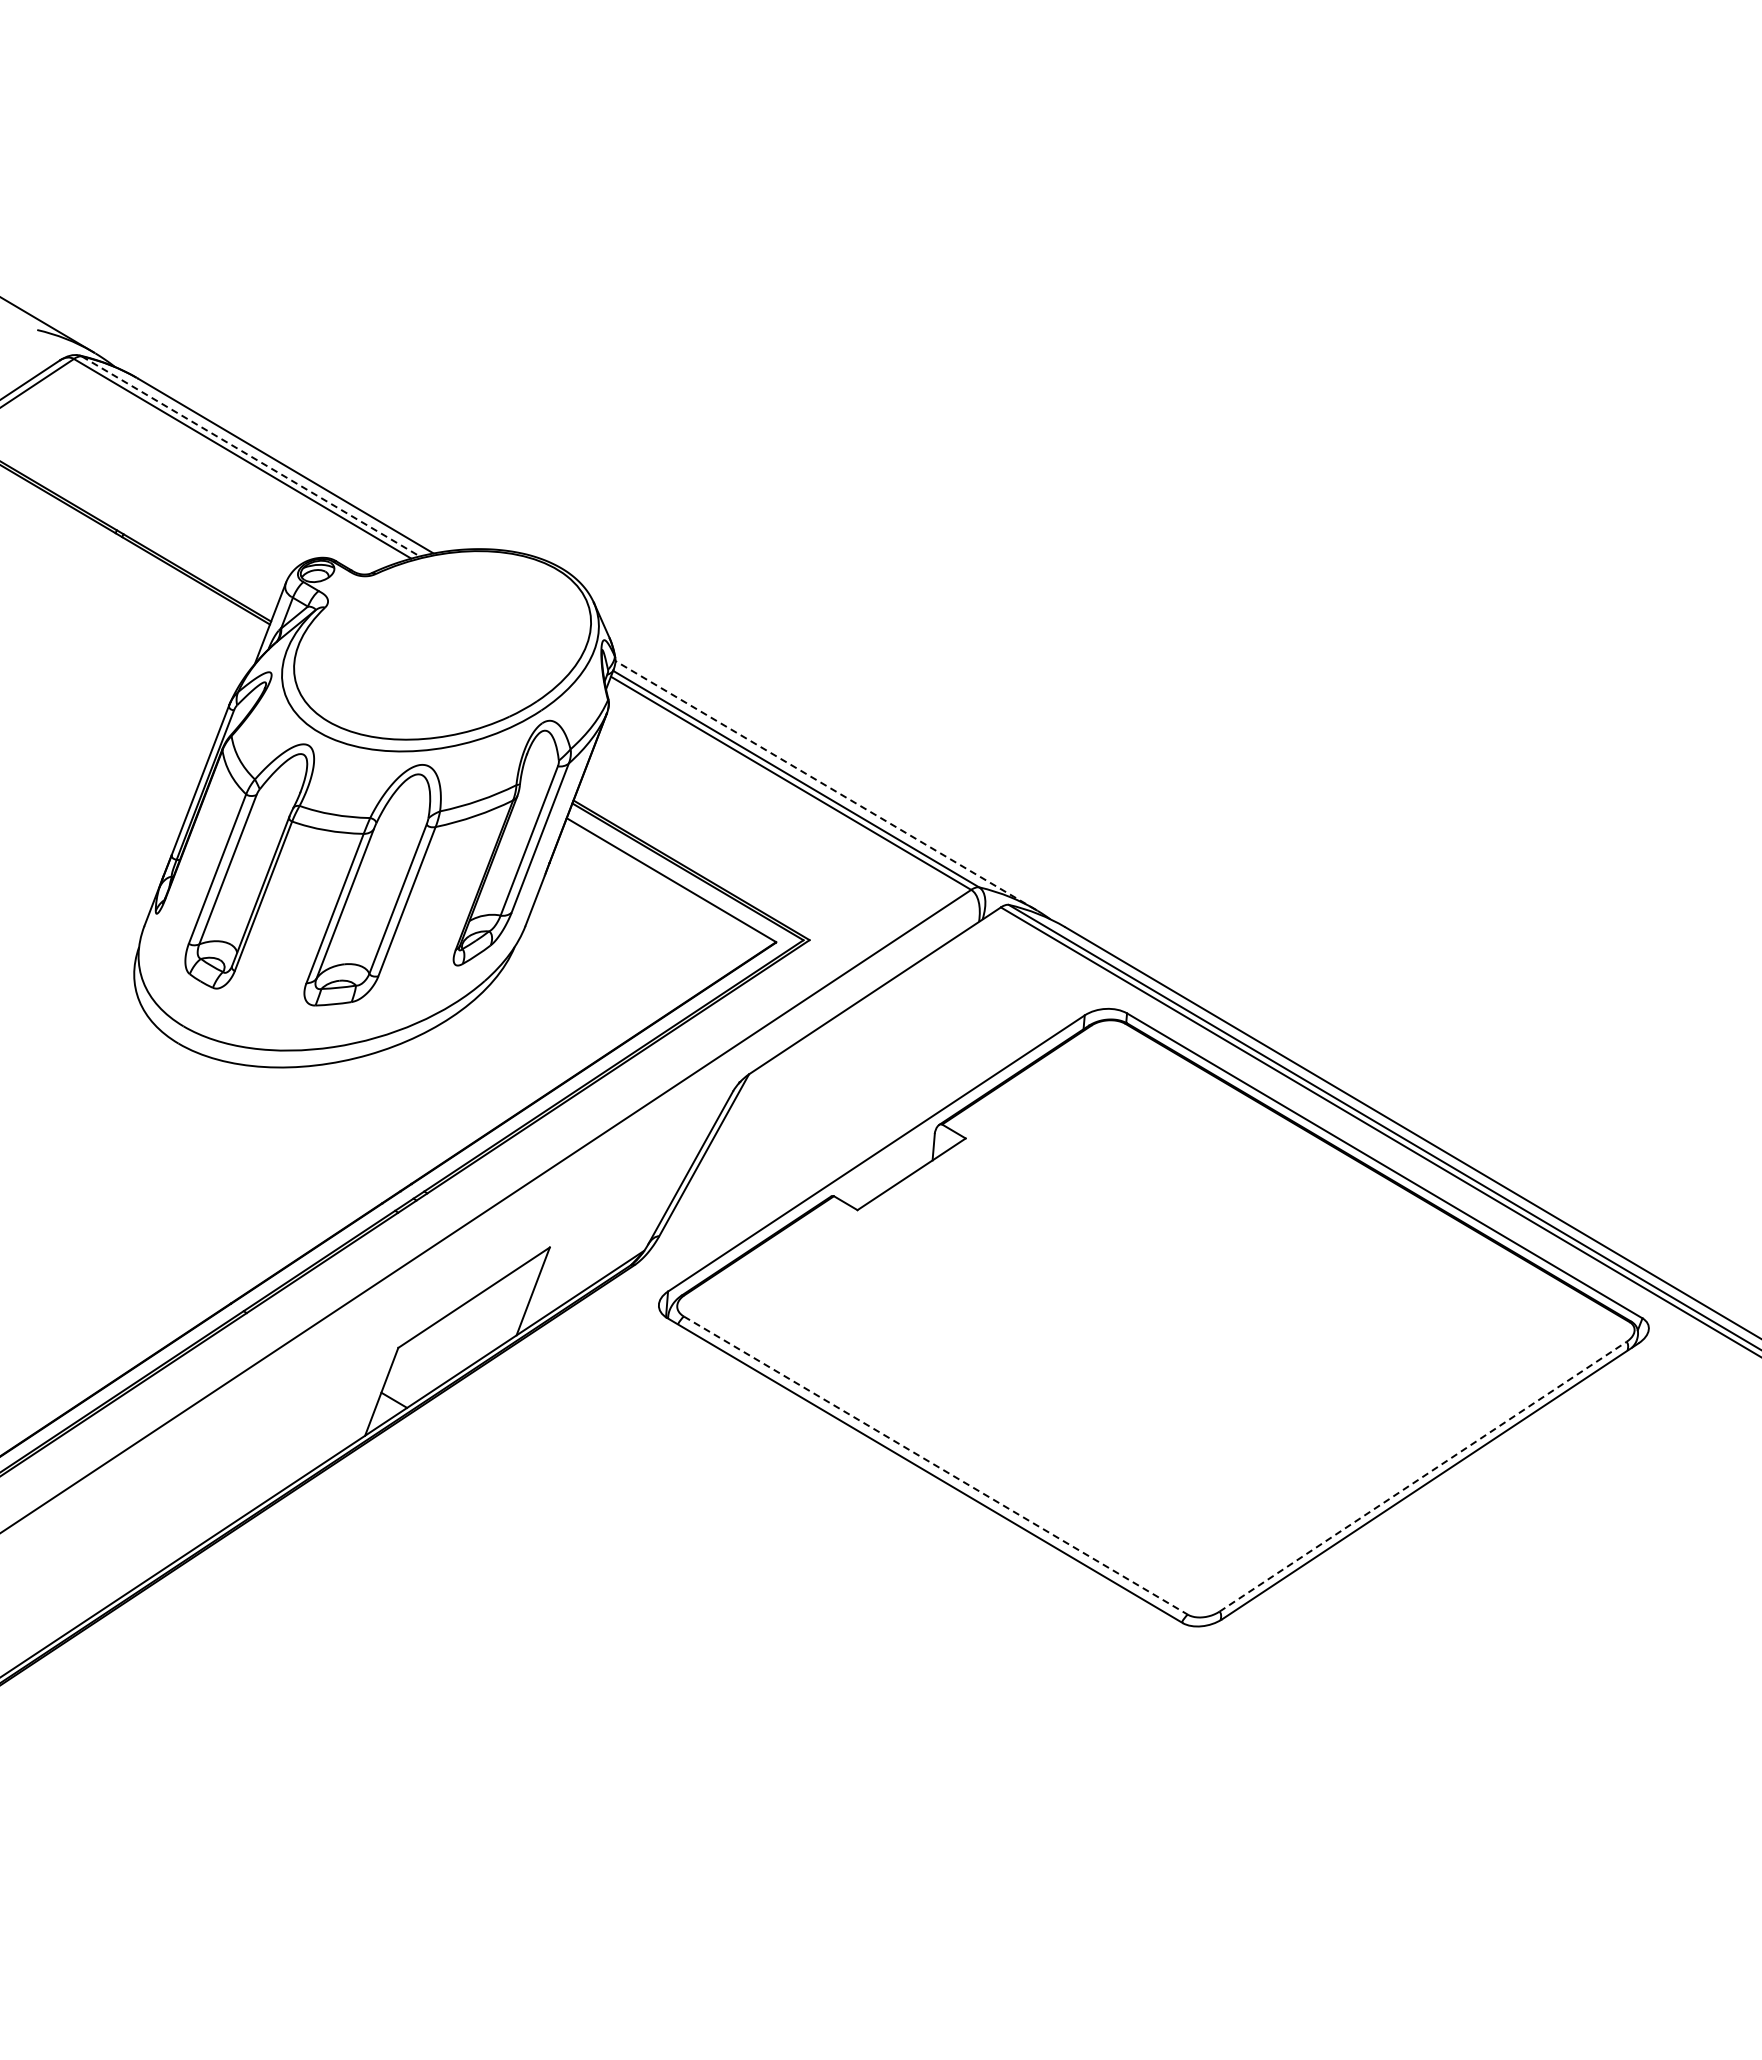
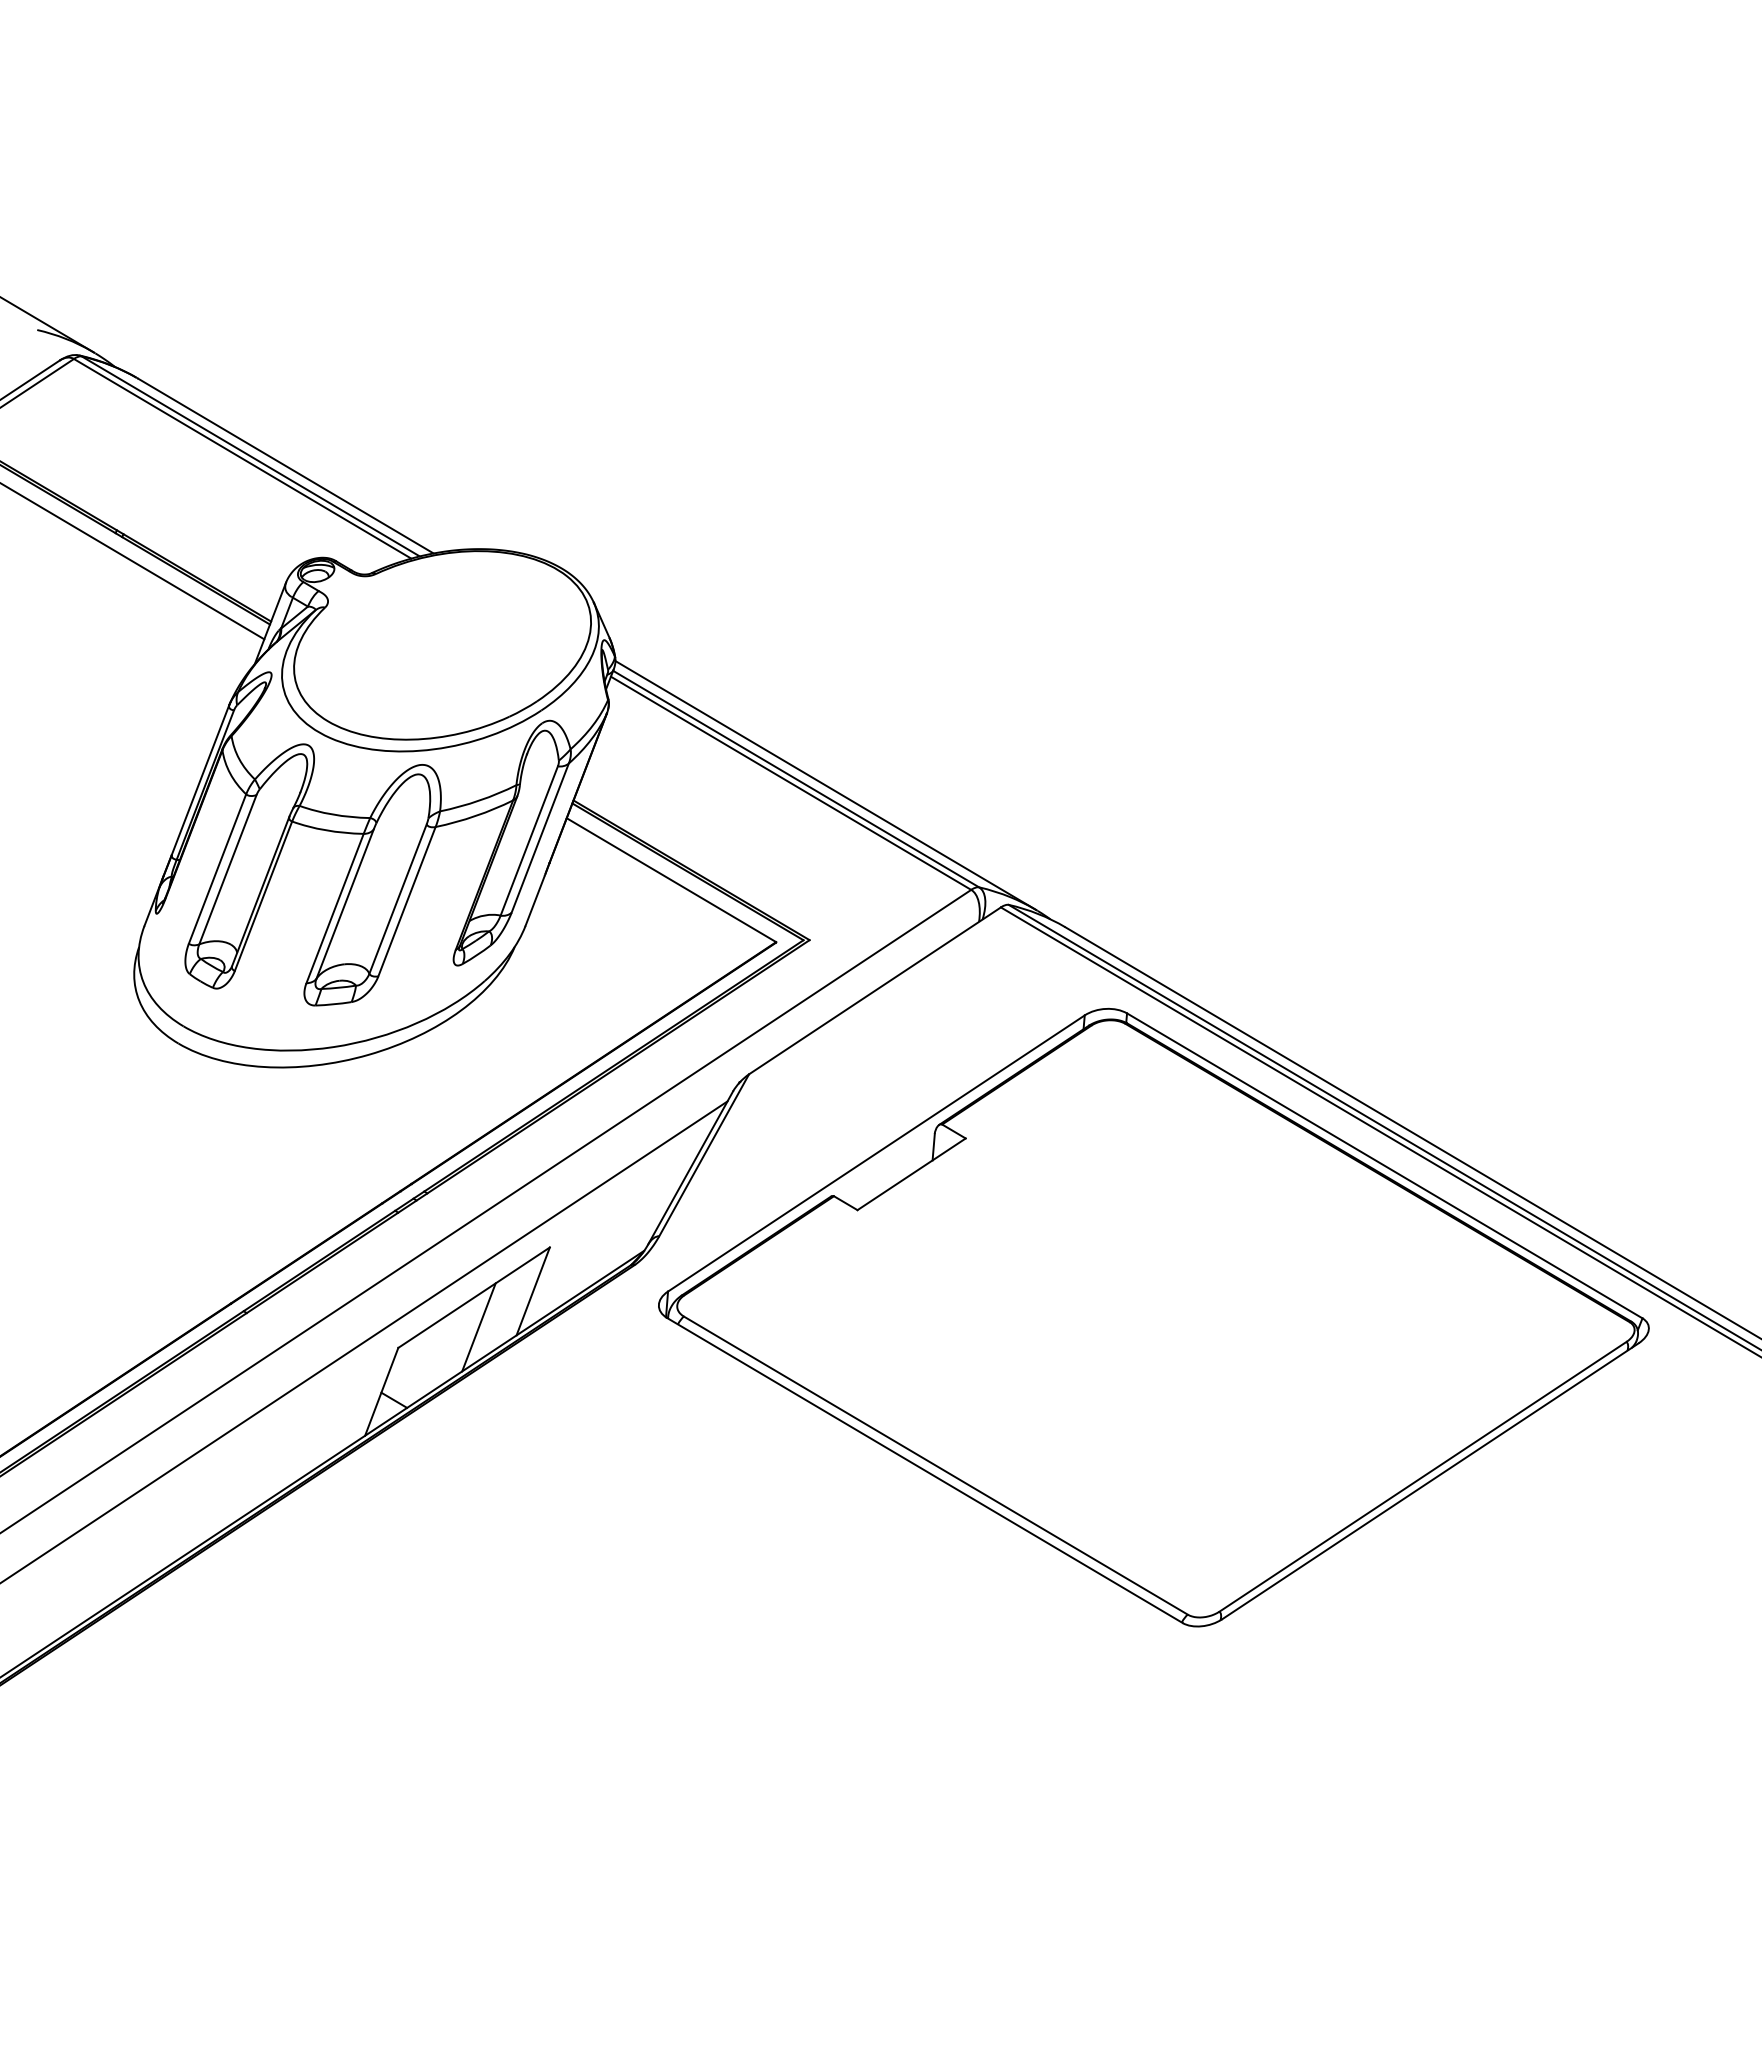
line at (251, 456): dashed -> solid
line at (133, 561): none -> present
line at (825, 785): dashed -> solid
line at (478, 1327): none -> present
line at (364, 1341): none -> present
line at (935, 1465): dashed -> solid
line at (1423, 1476): dashed -> solid
